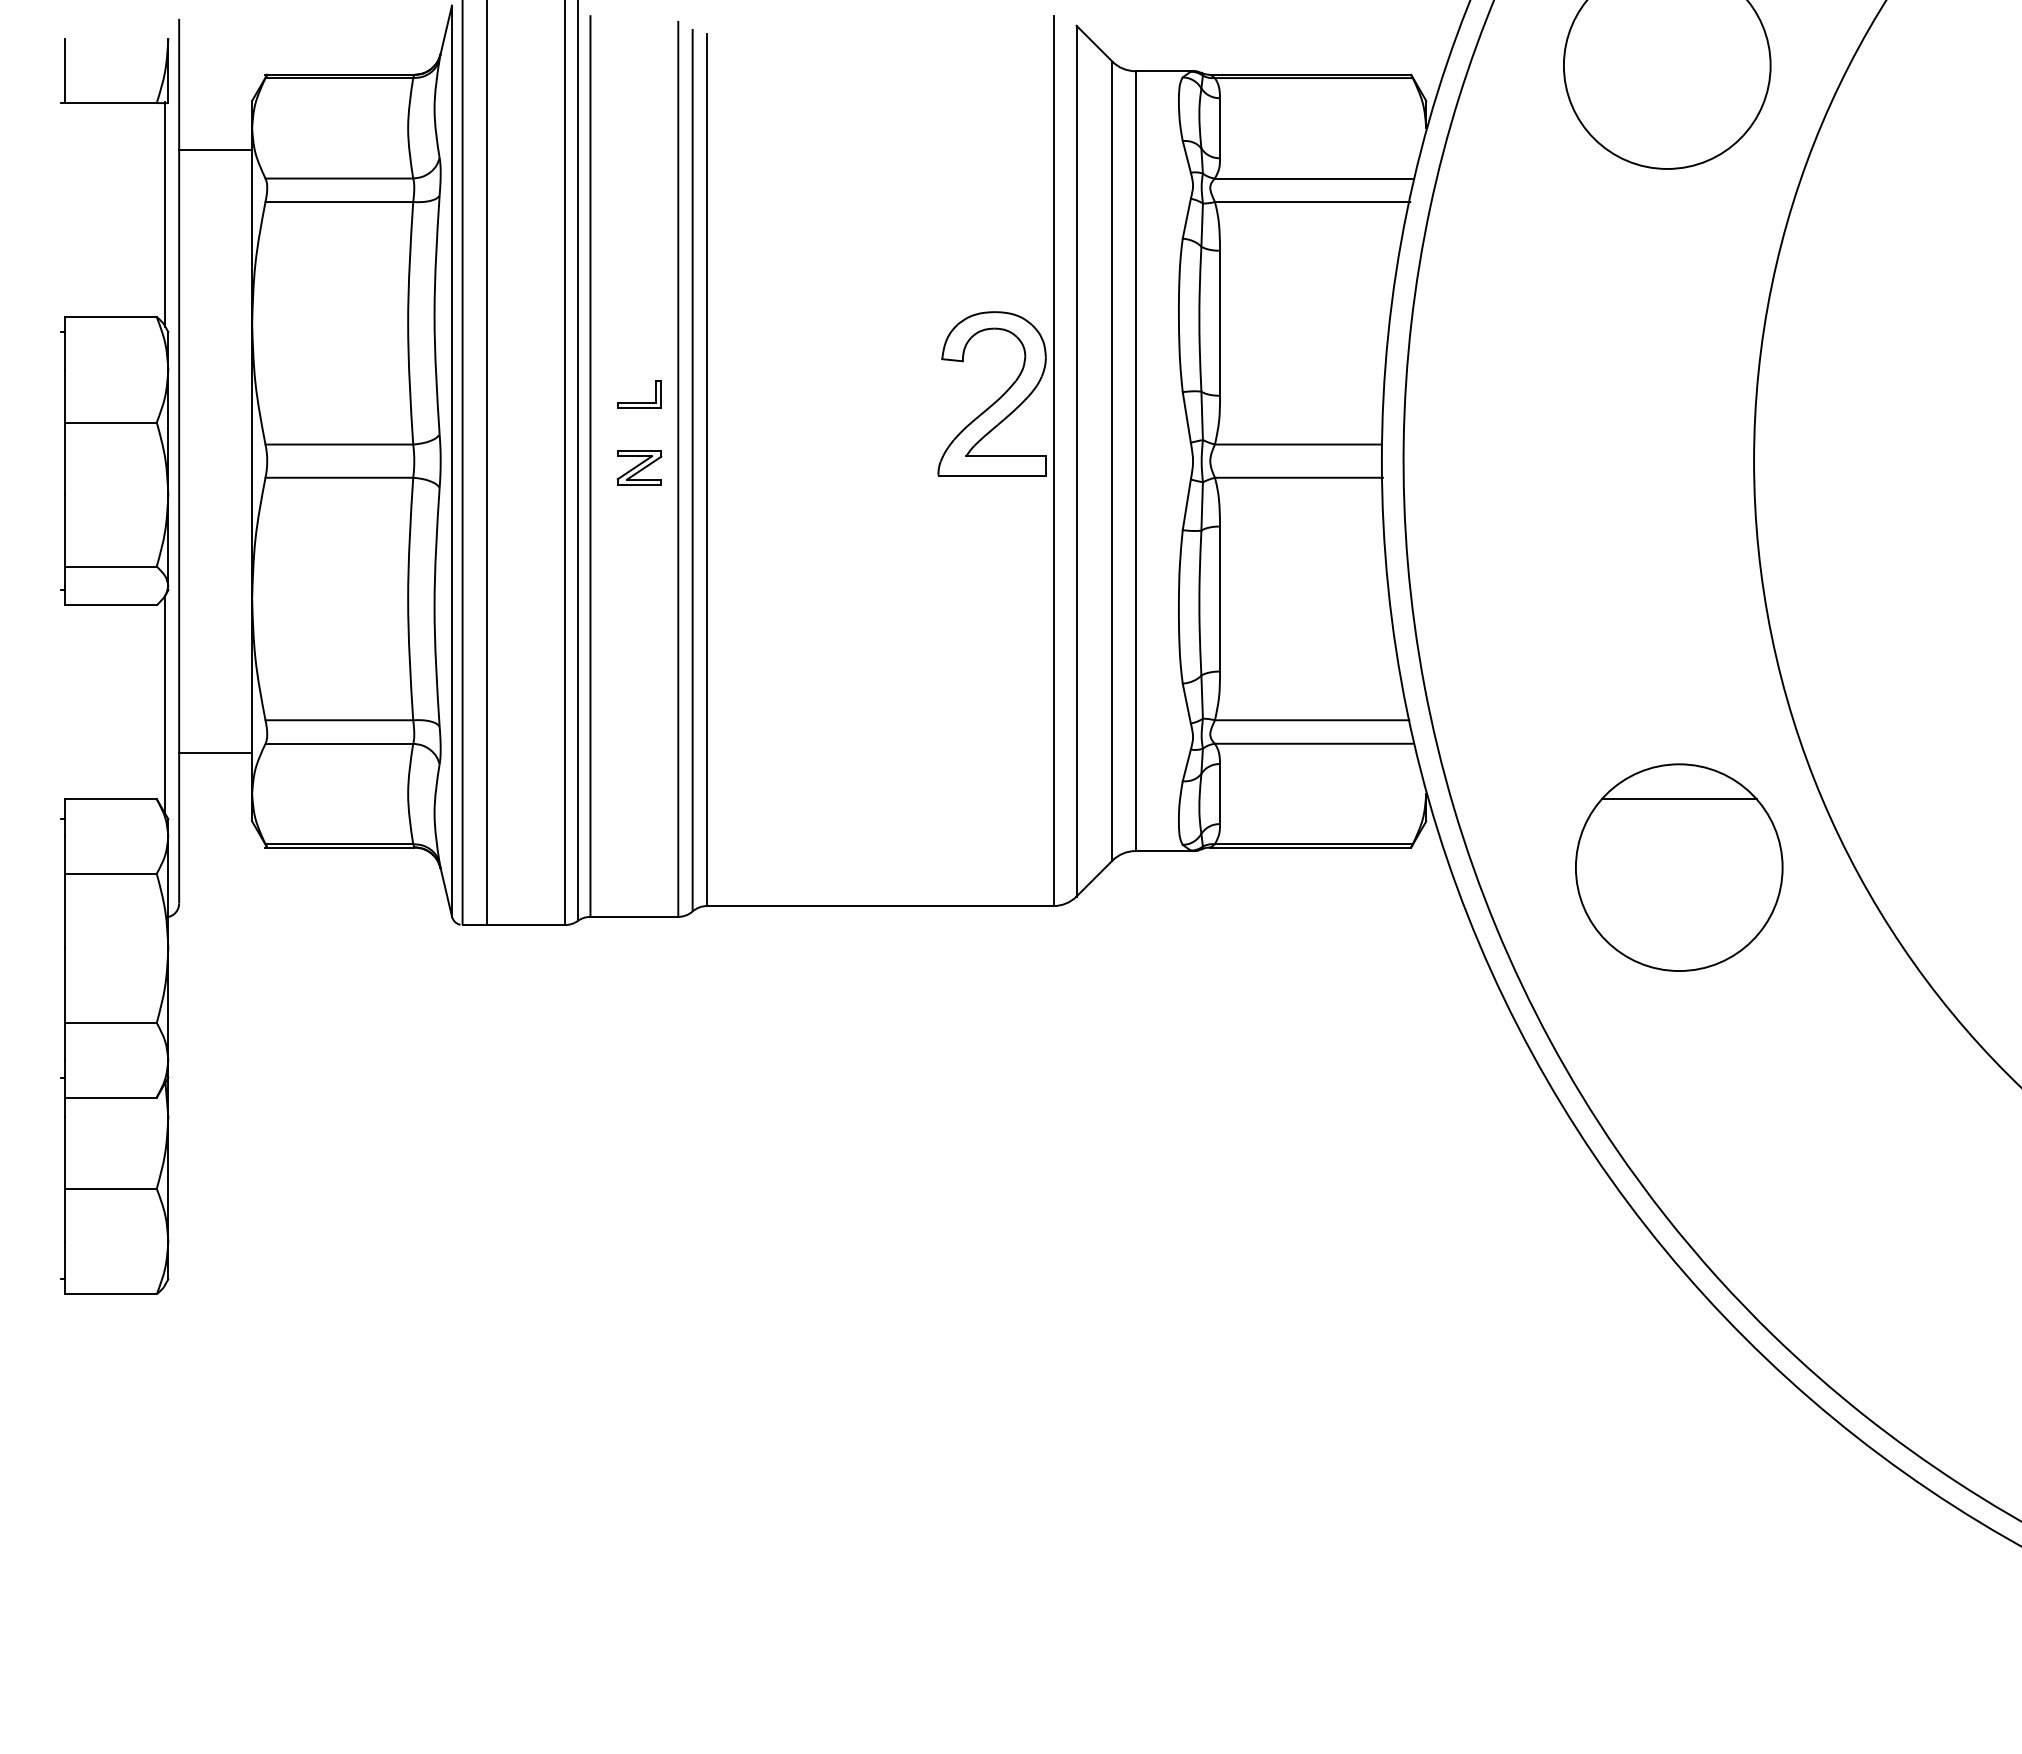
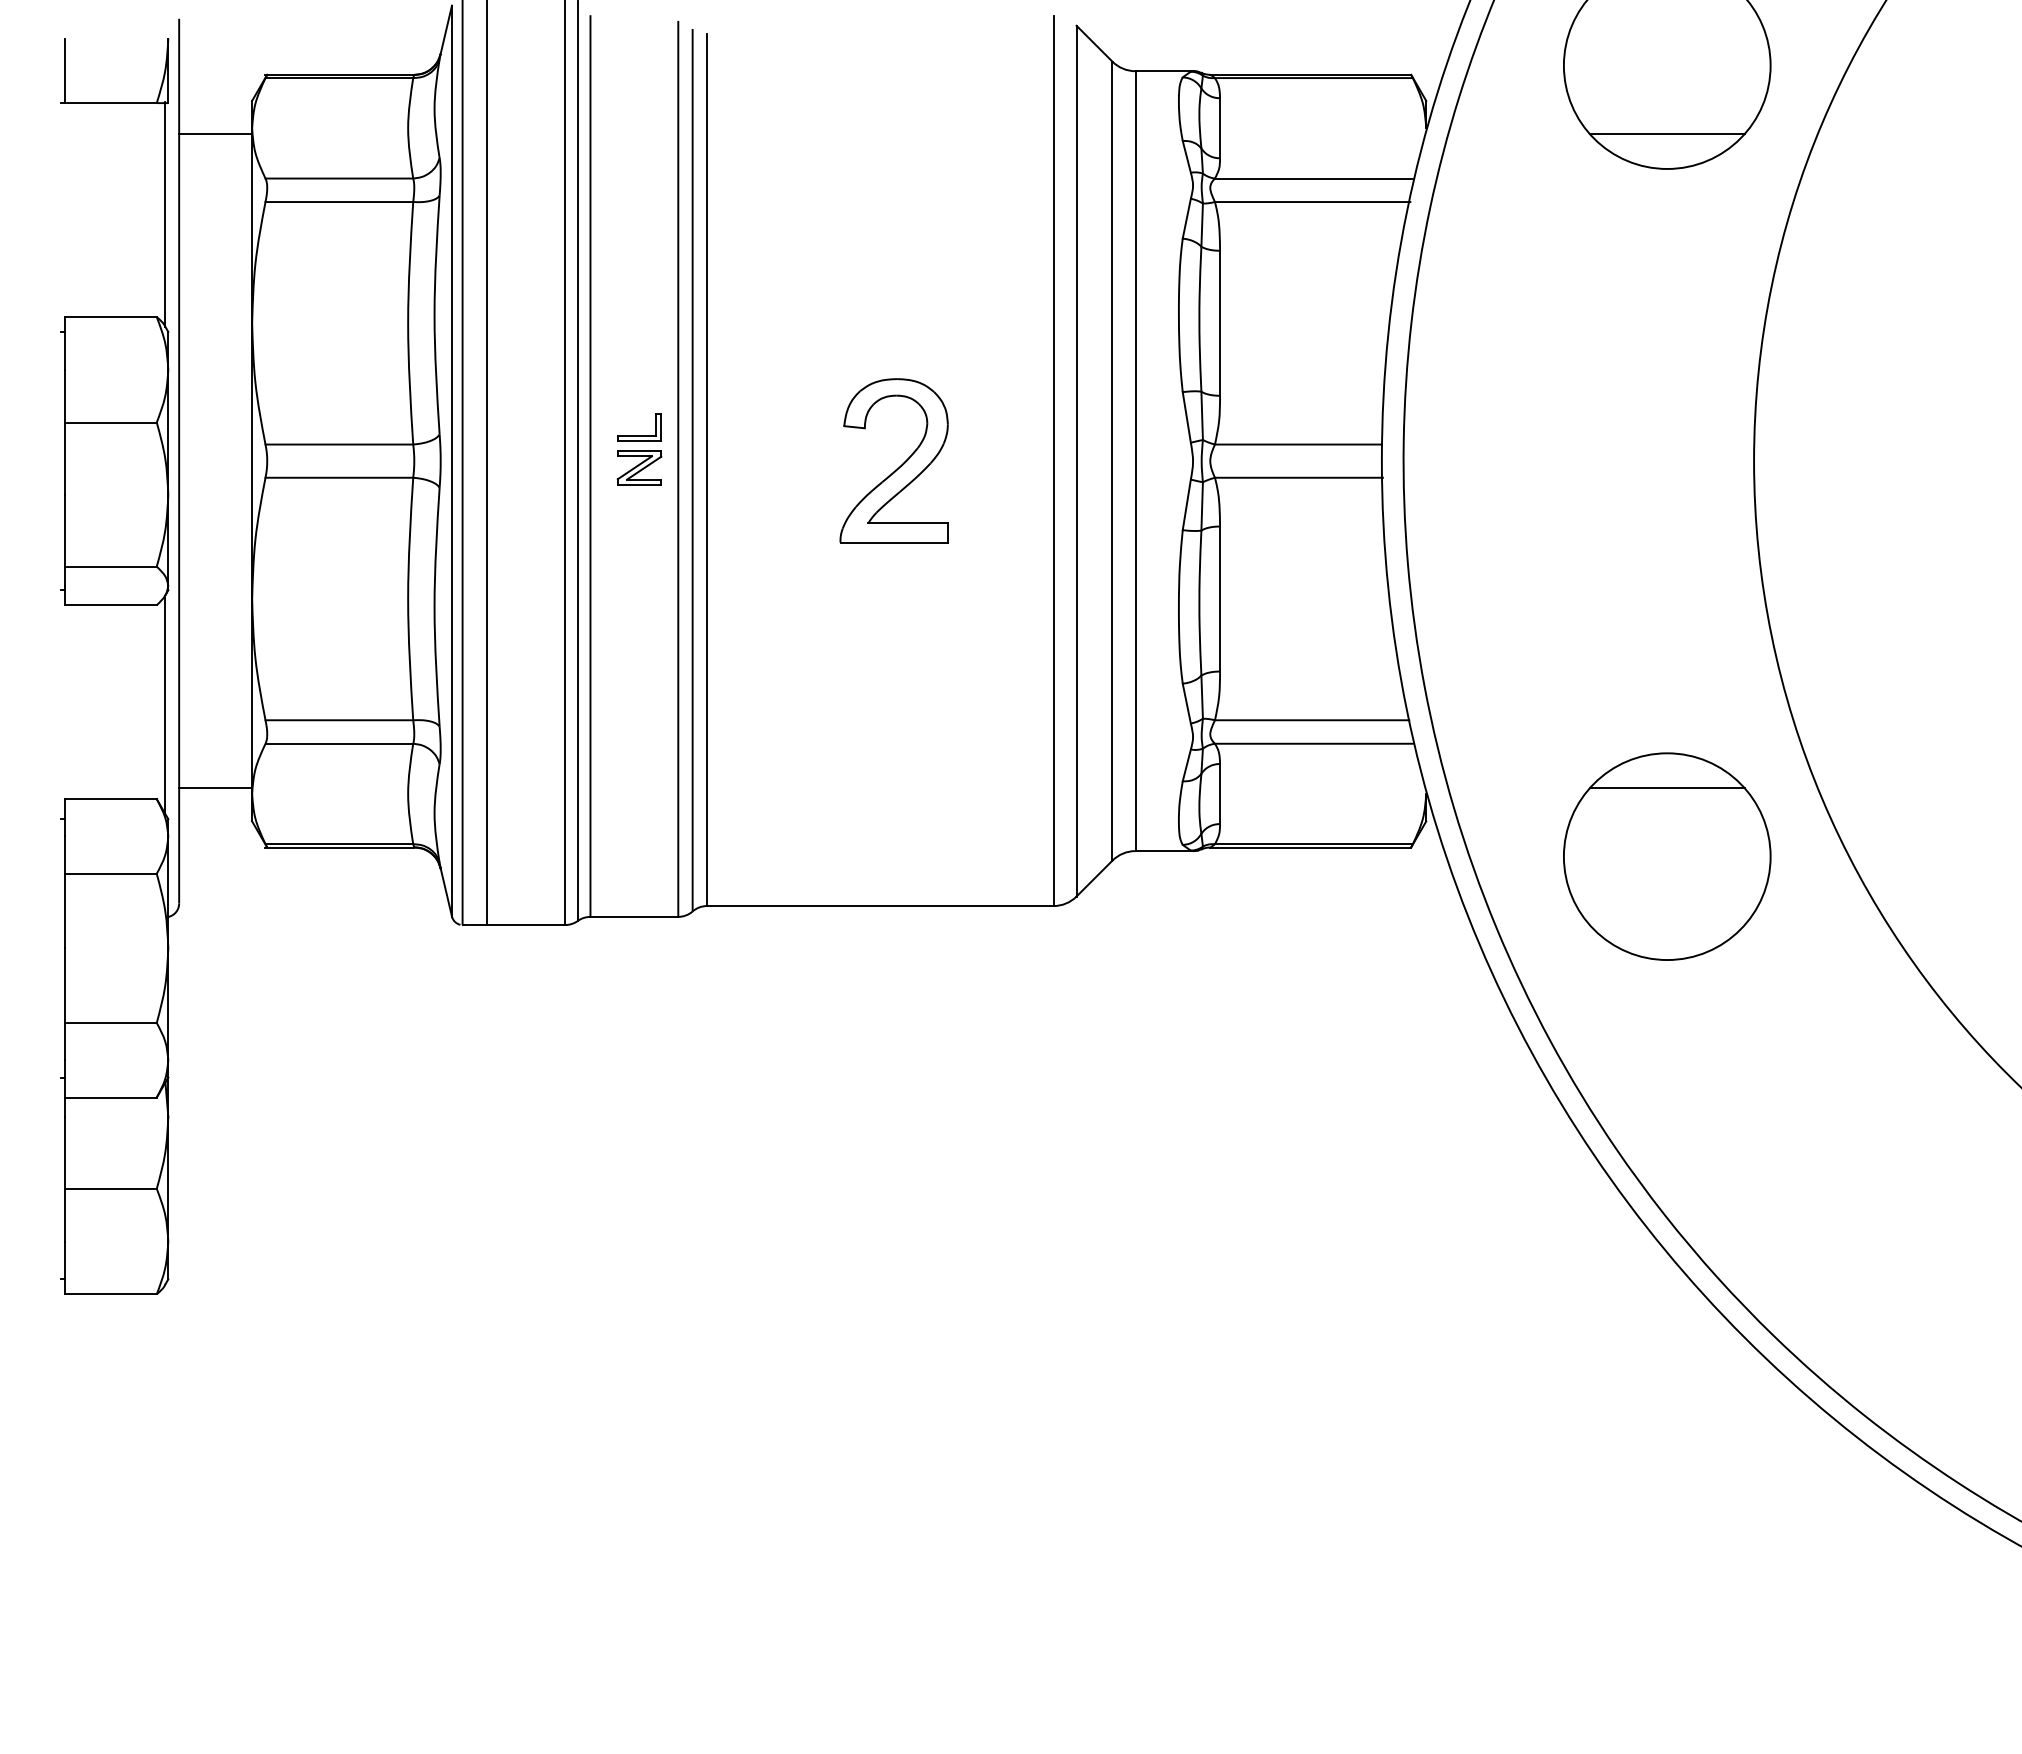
line at (1666, 134): none -> present
line at (215, 150) position: (215, 150) -> (215, 134)
part at (997, 399) position: (997, 399) -> (899, 466)
part at (639, 402) position: (639, 402) -> (639, 435)
line at (215, 753) position: (215, 753) -> (215, 788)
part at (1679, 867) position: (1679, 867) -> (1667, 856)
